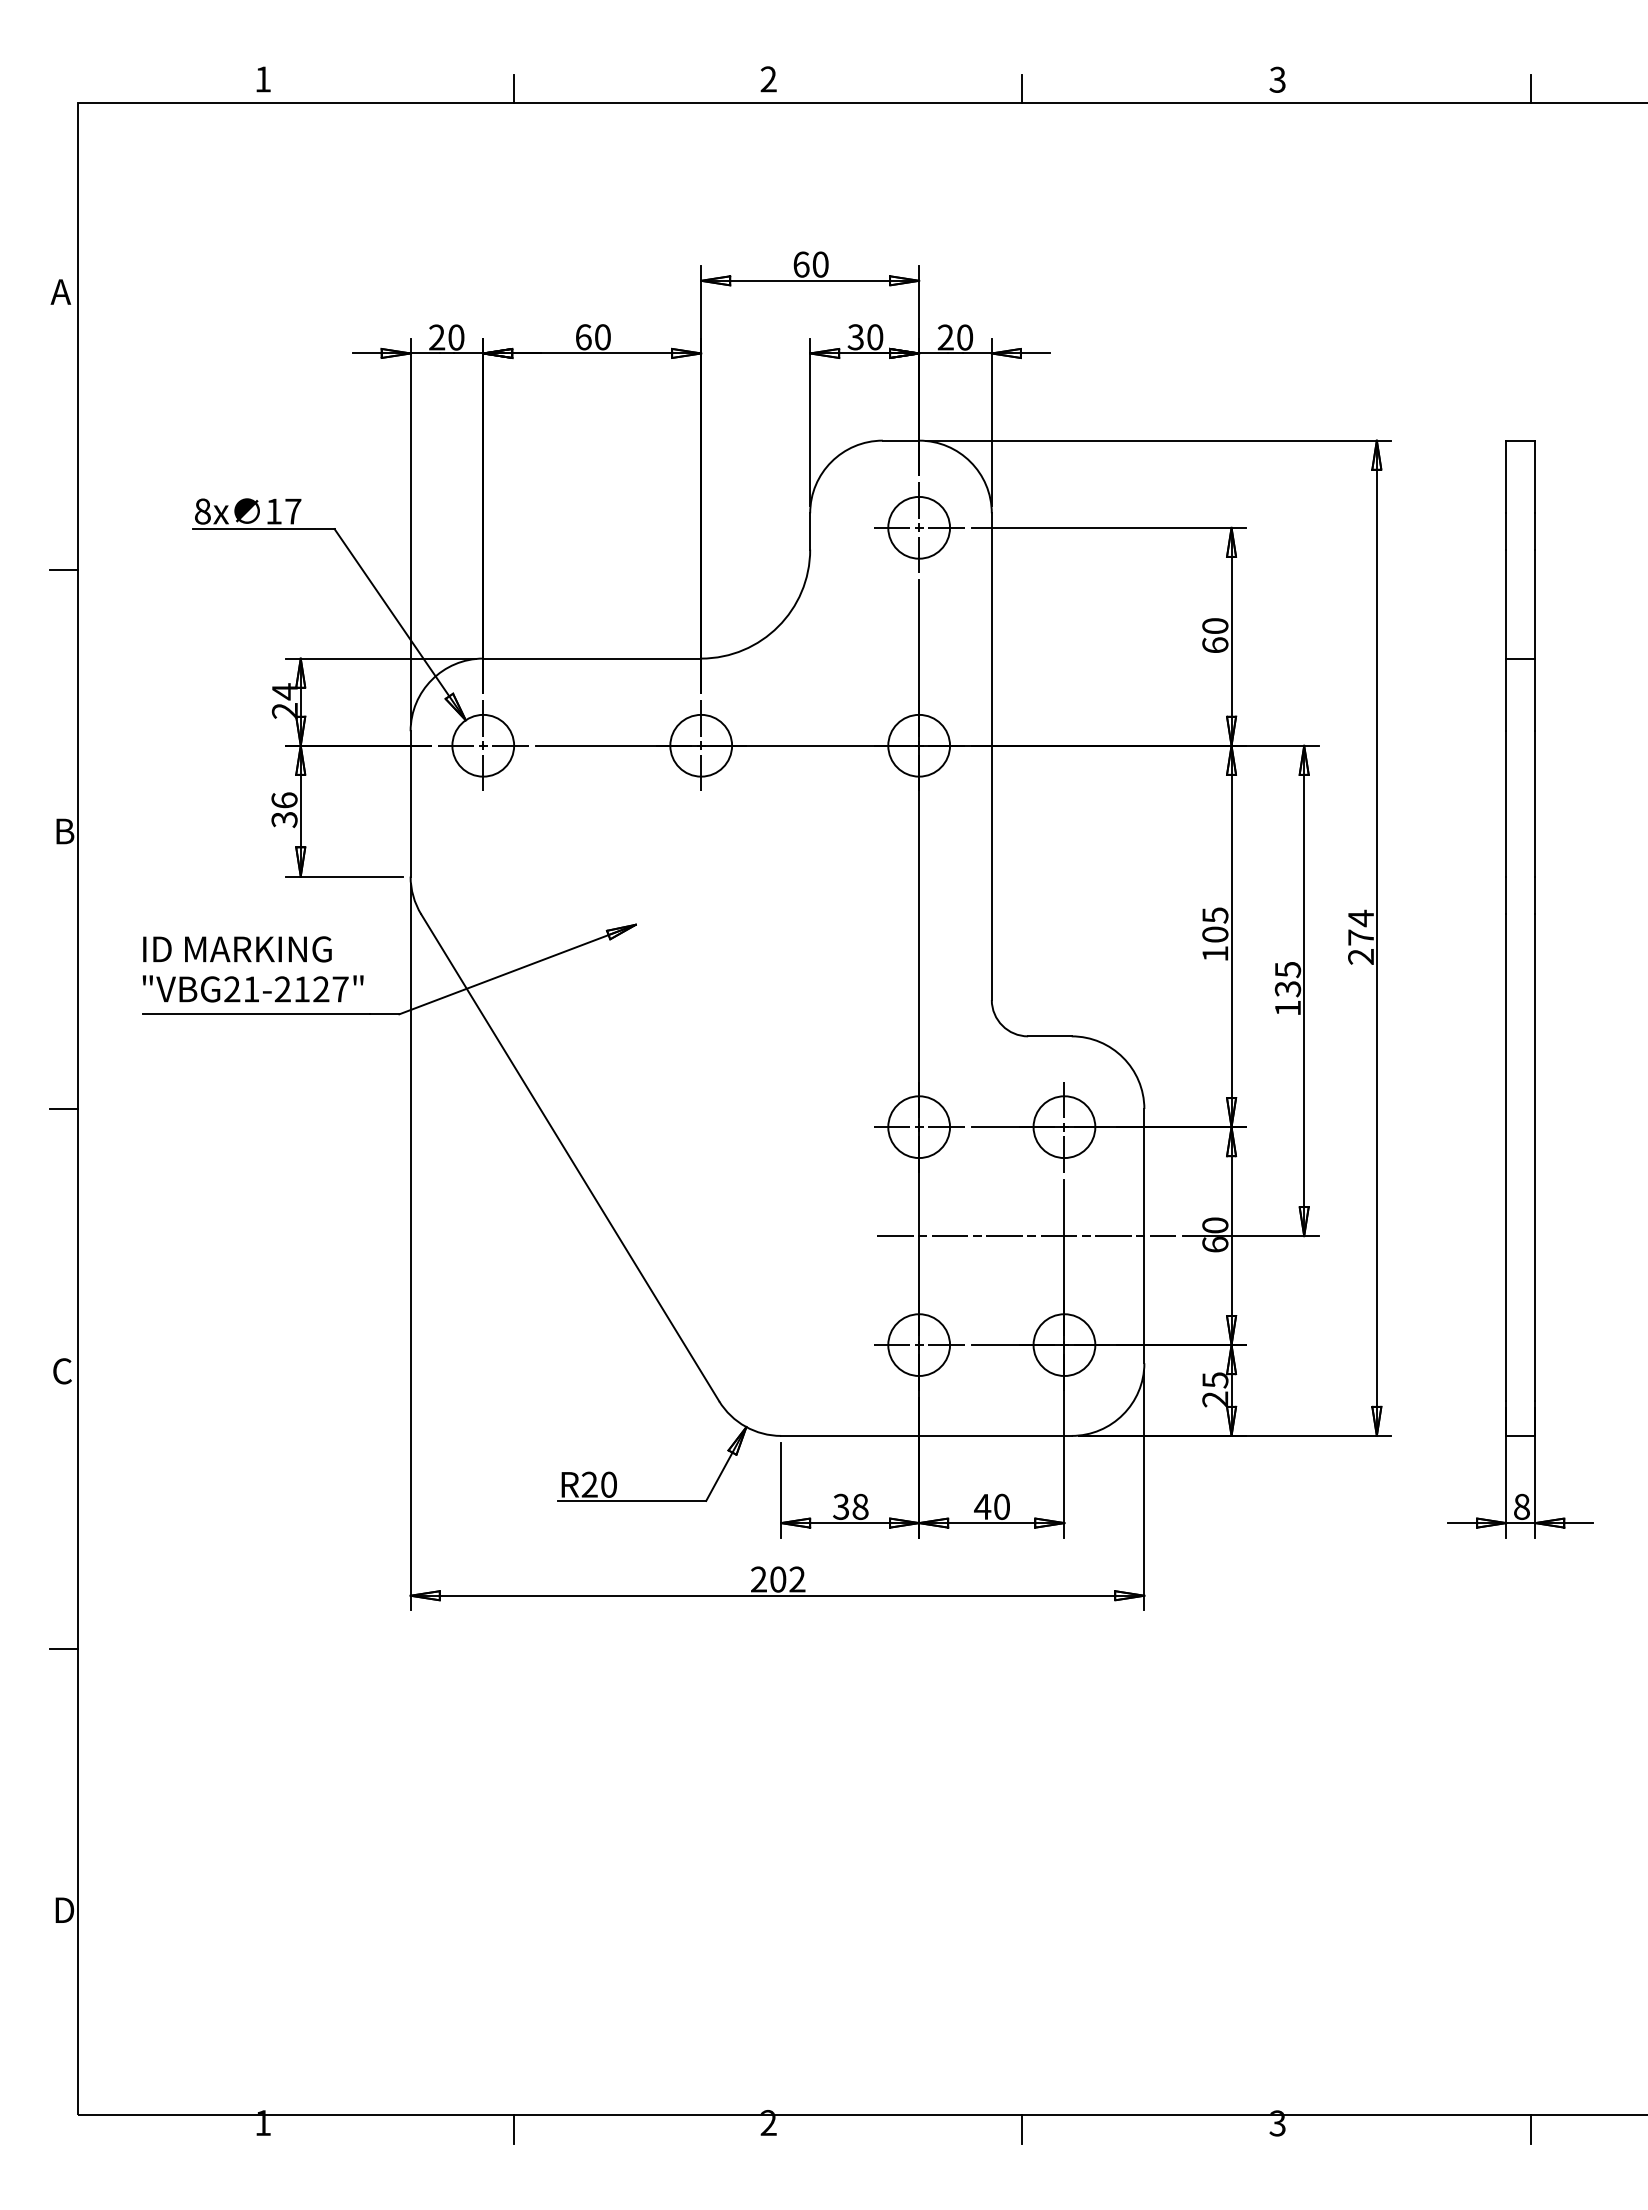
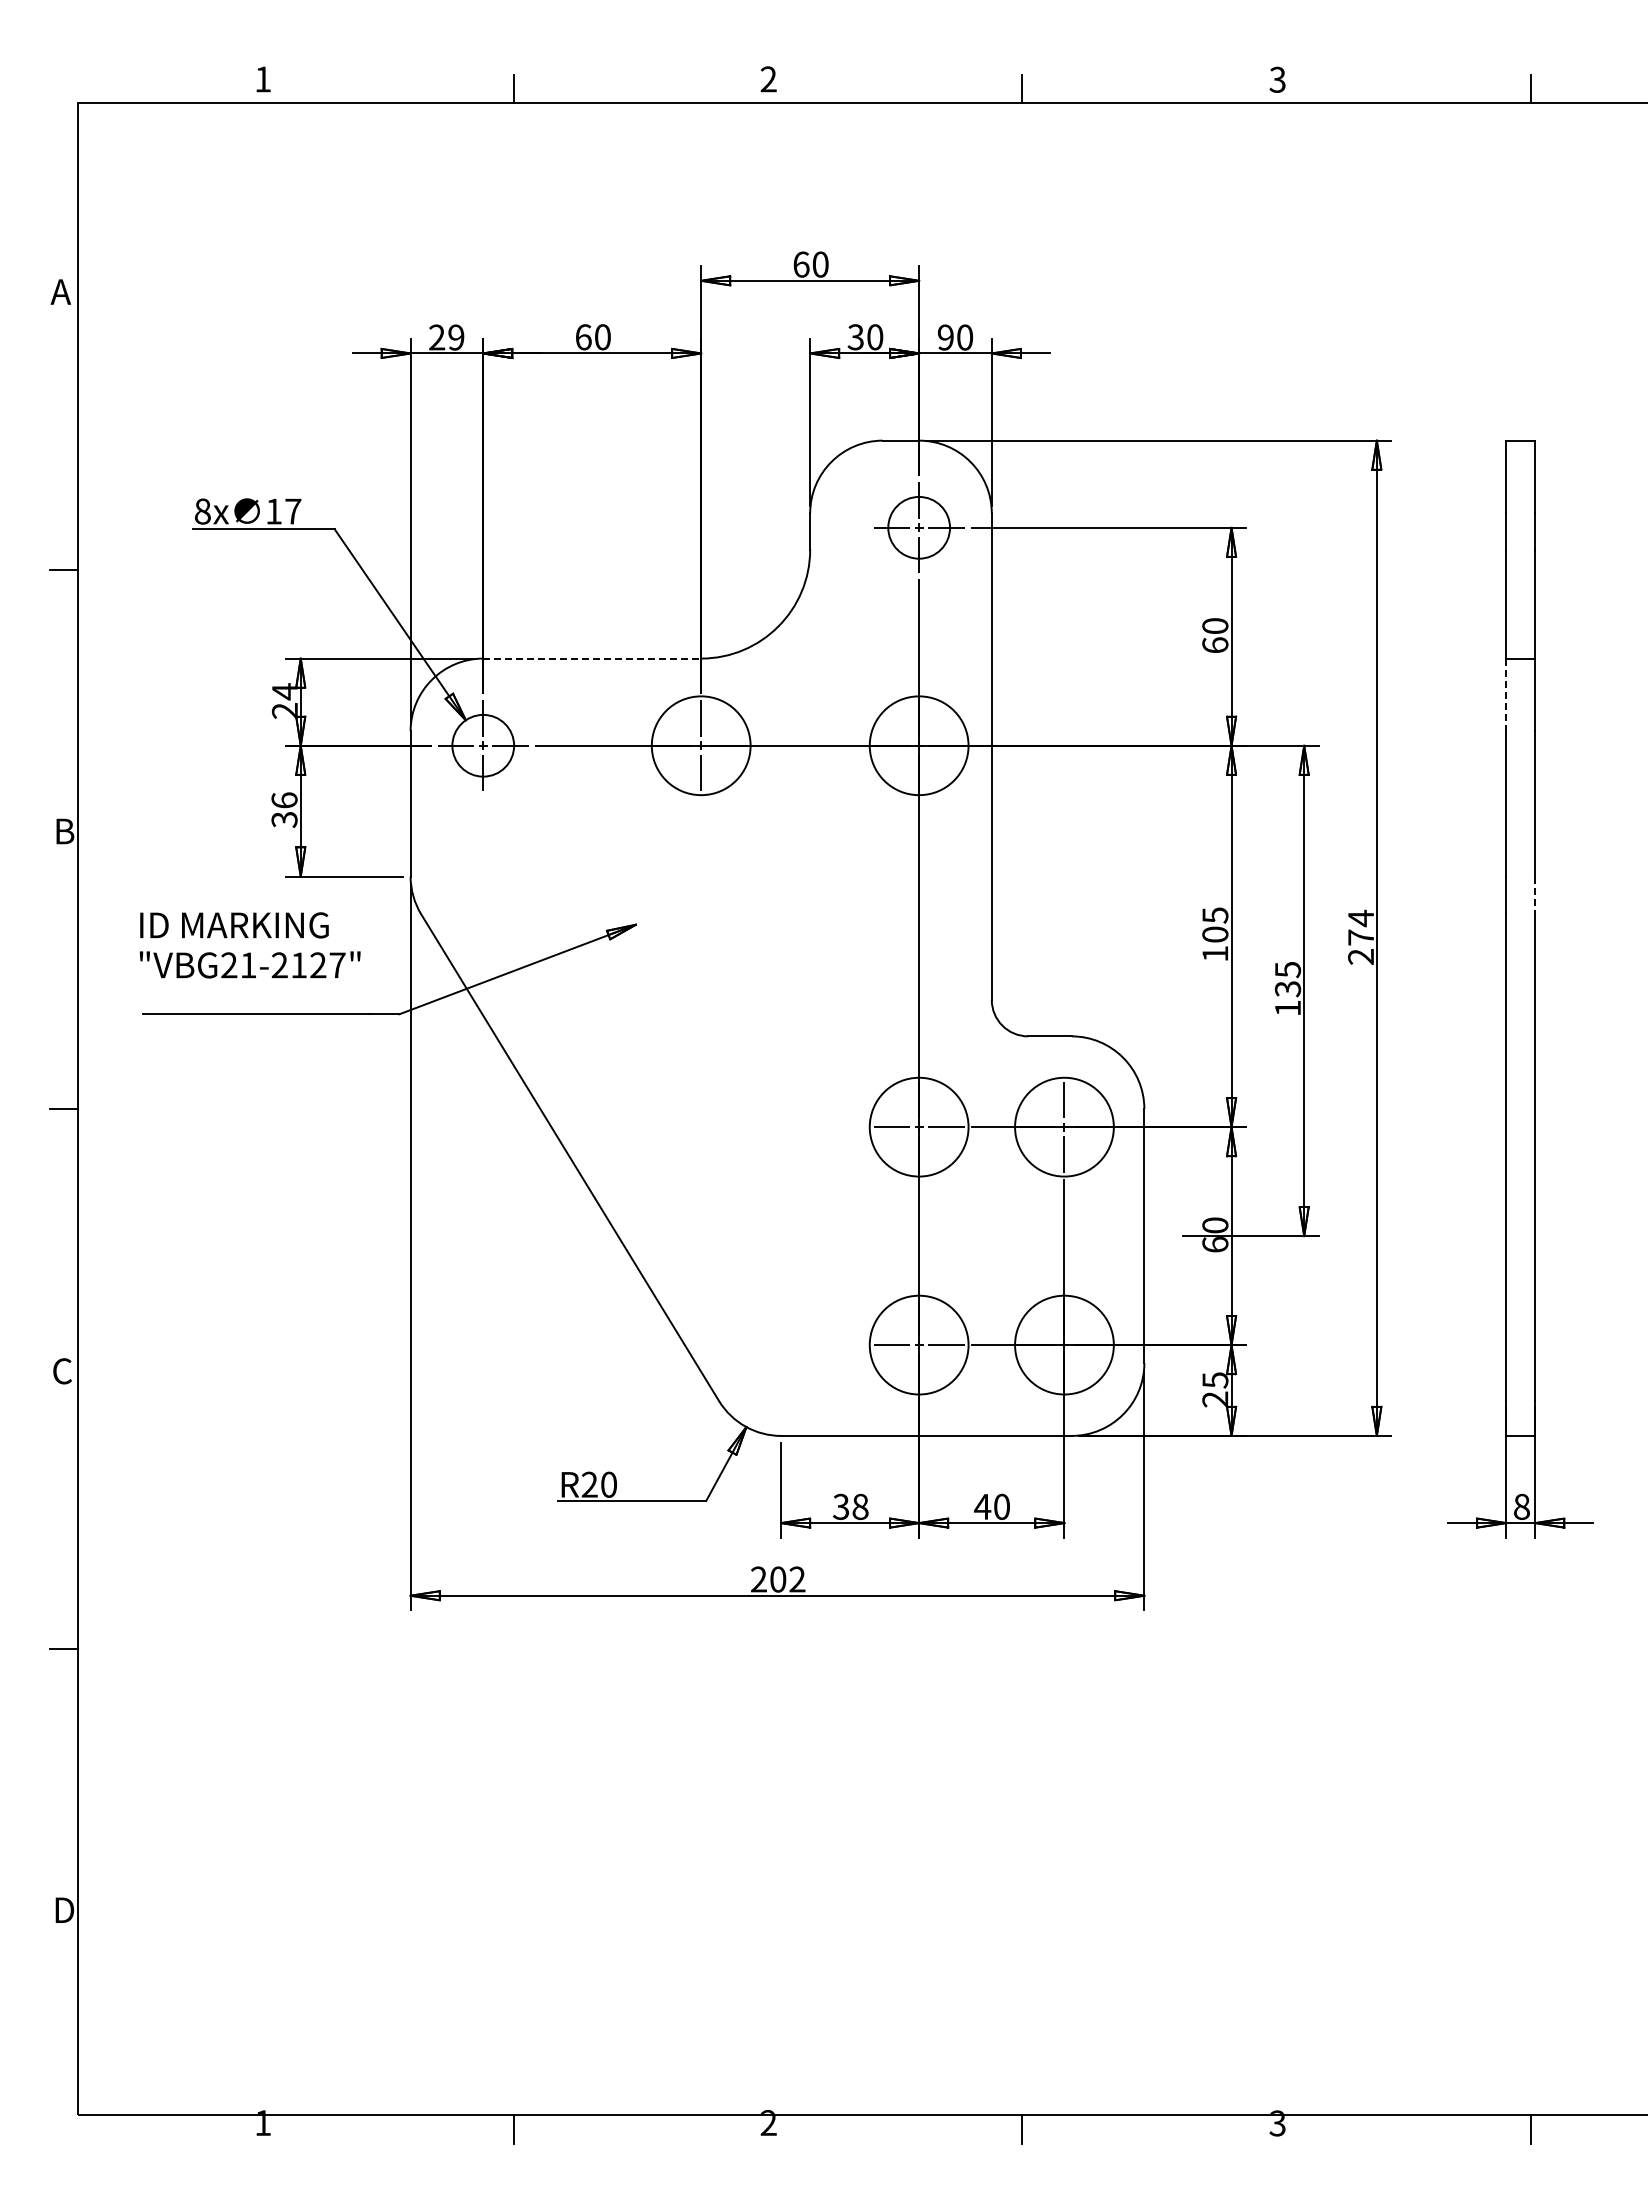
text at (456, 337): 20 -> 29
text at (945, 337): 20 -> 90
line at (592, 658): solid -> dashed
line at (1506, 695): solid -> dashed
circle at (701, 745) diameter: 62 px -> 99 px
circle at (919, 745) diameter: 62 px -> 99 px
line at (1535, 895): solid -> dashed
text at (252, 969) position: (252, 969) -> (249, 945)
circle at (919, 1127) diameter: 62 px -> 99 px
circle at (1064, 1127) diameter: 62 px -> 99 px
line at (1026, 1236): present -> none
circle at (919, 1344) diameter: 62 px -> 99 px
circle at (1064, 1344) diameter: 62 px -> 99 px
